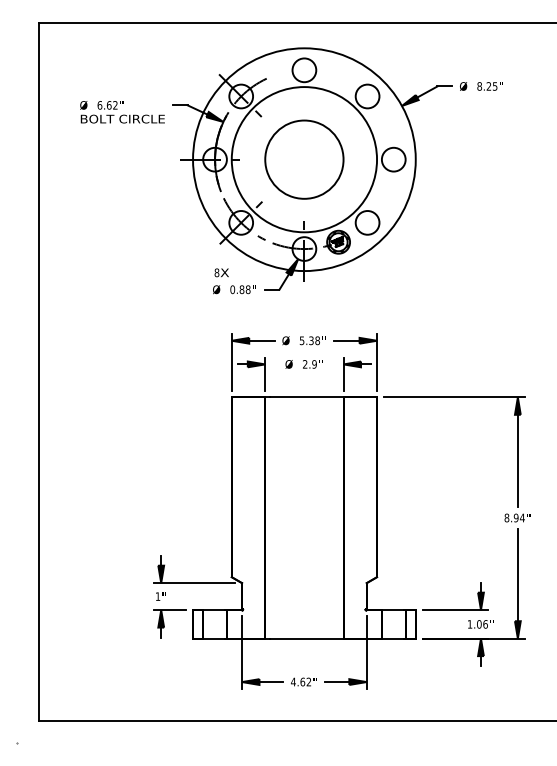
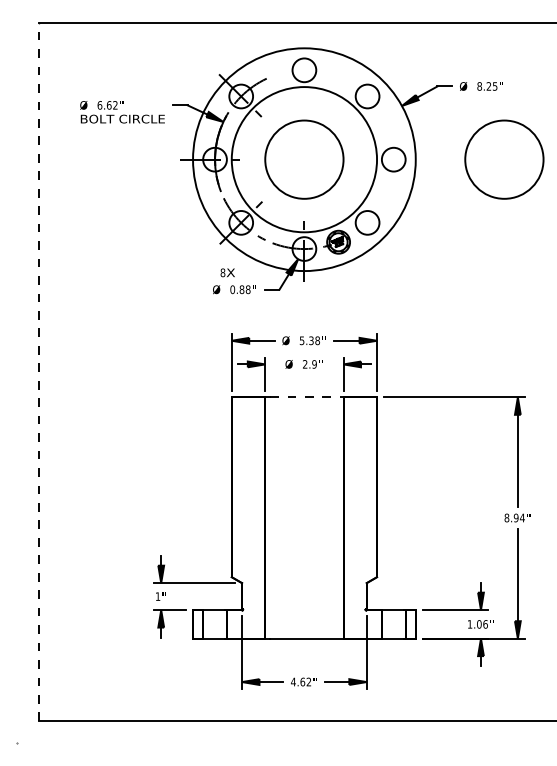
circle at (504, 159): none -> present
text at (221, 272) position: (221, 272) -> (227, 272)
line at (38, 371): solid -> dashed
line at (306, 397): solid -> dashed
